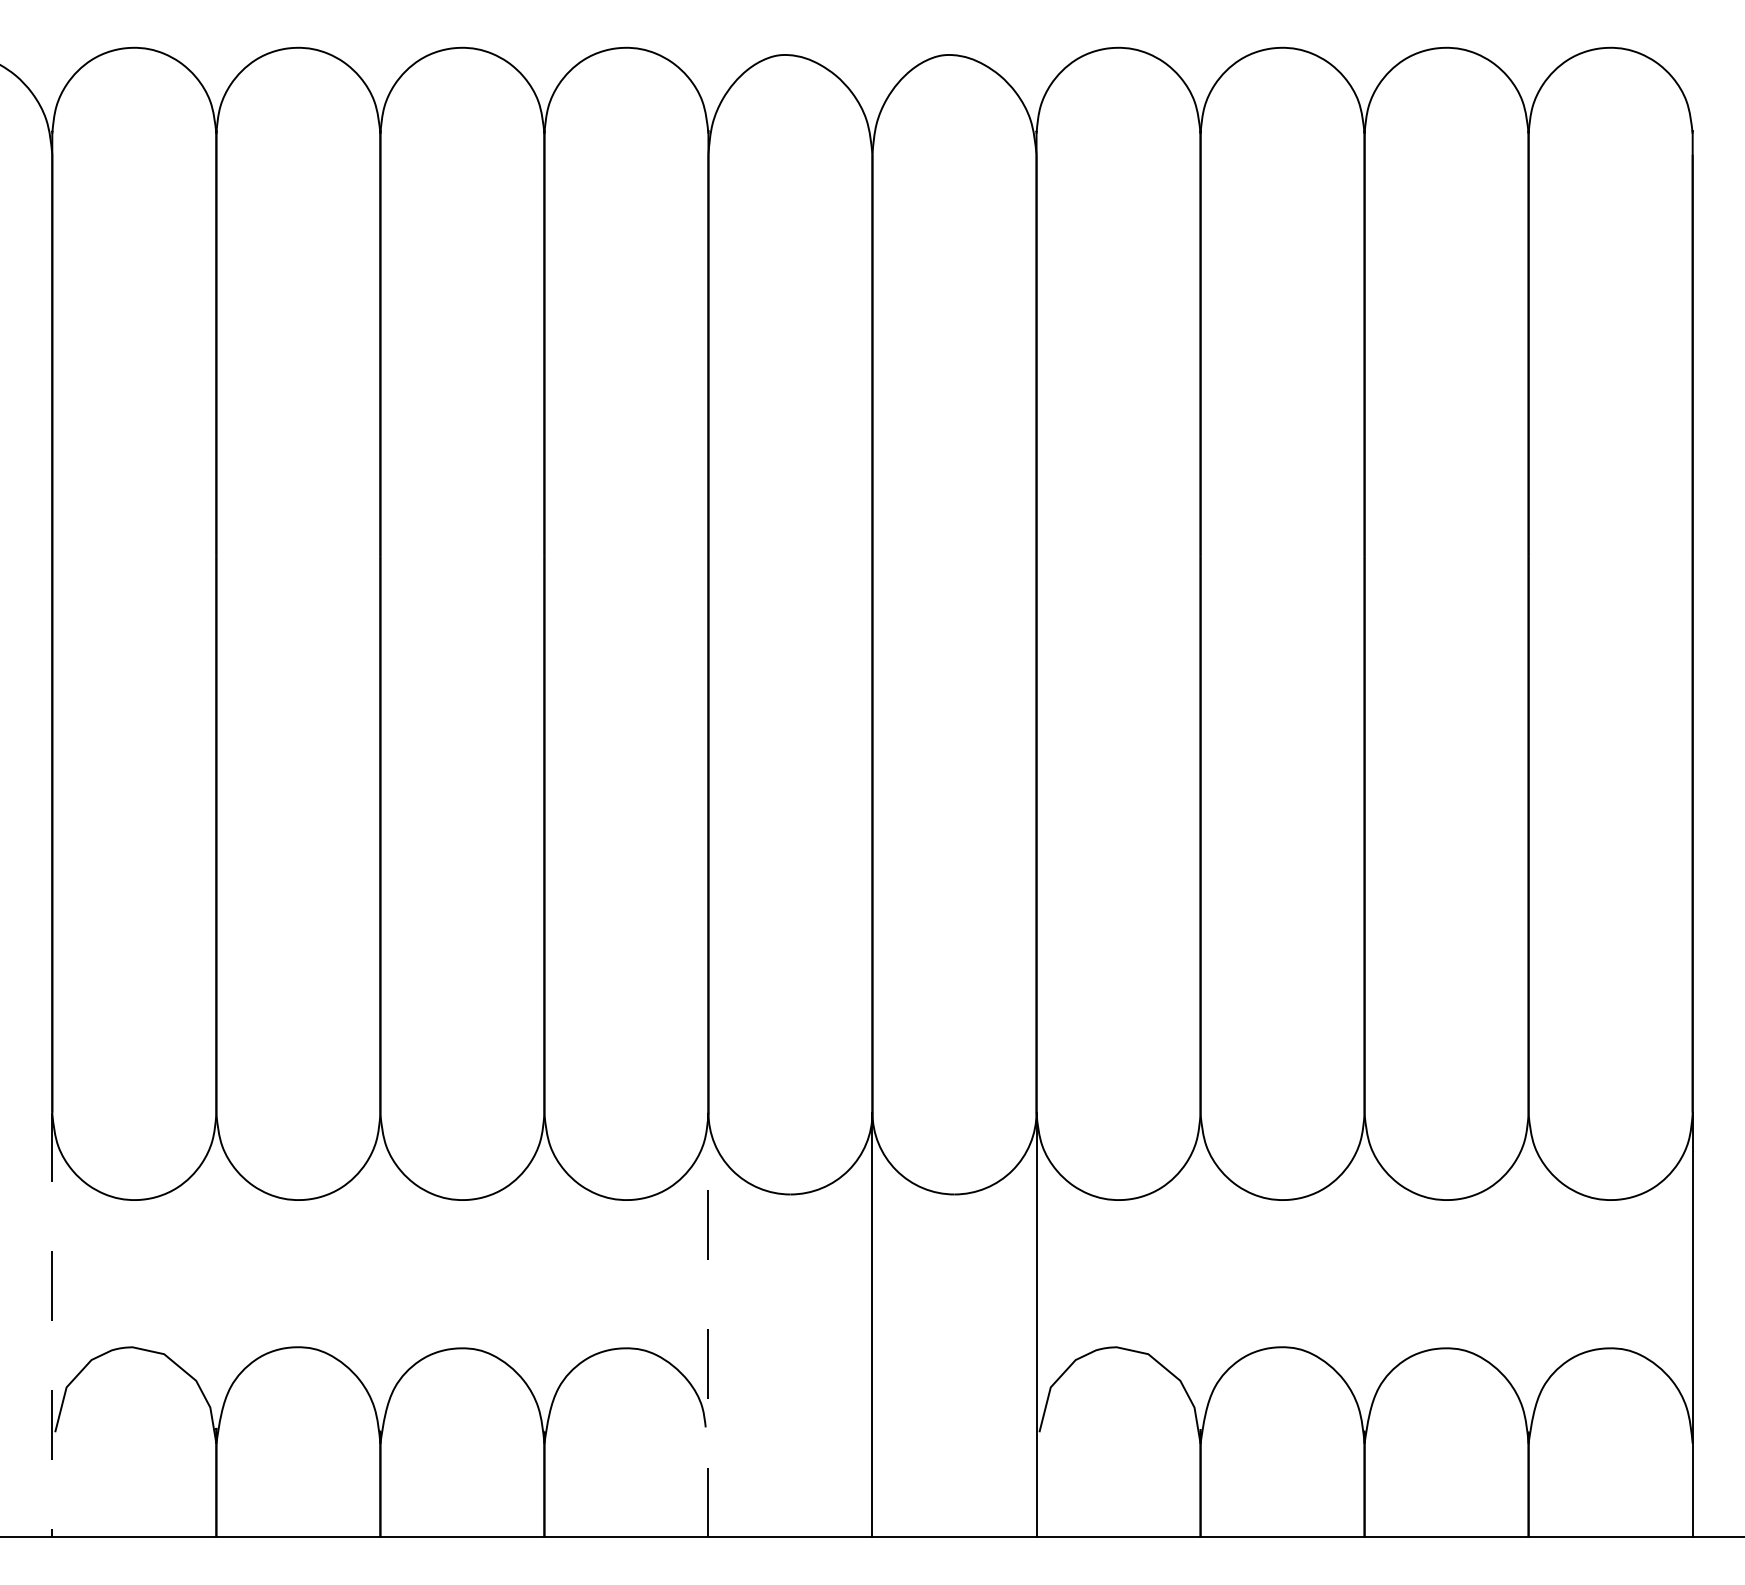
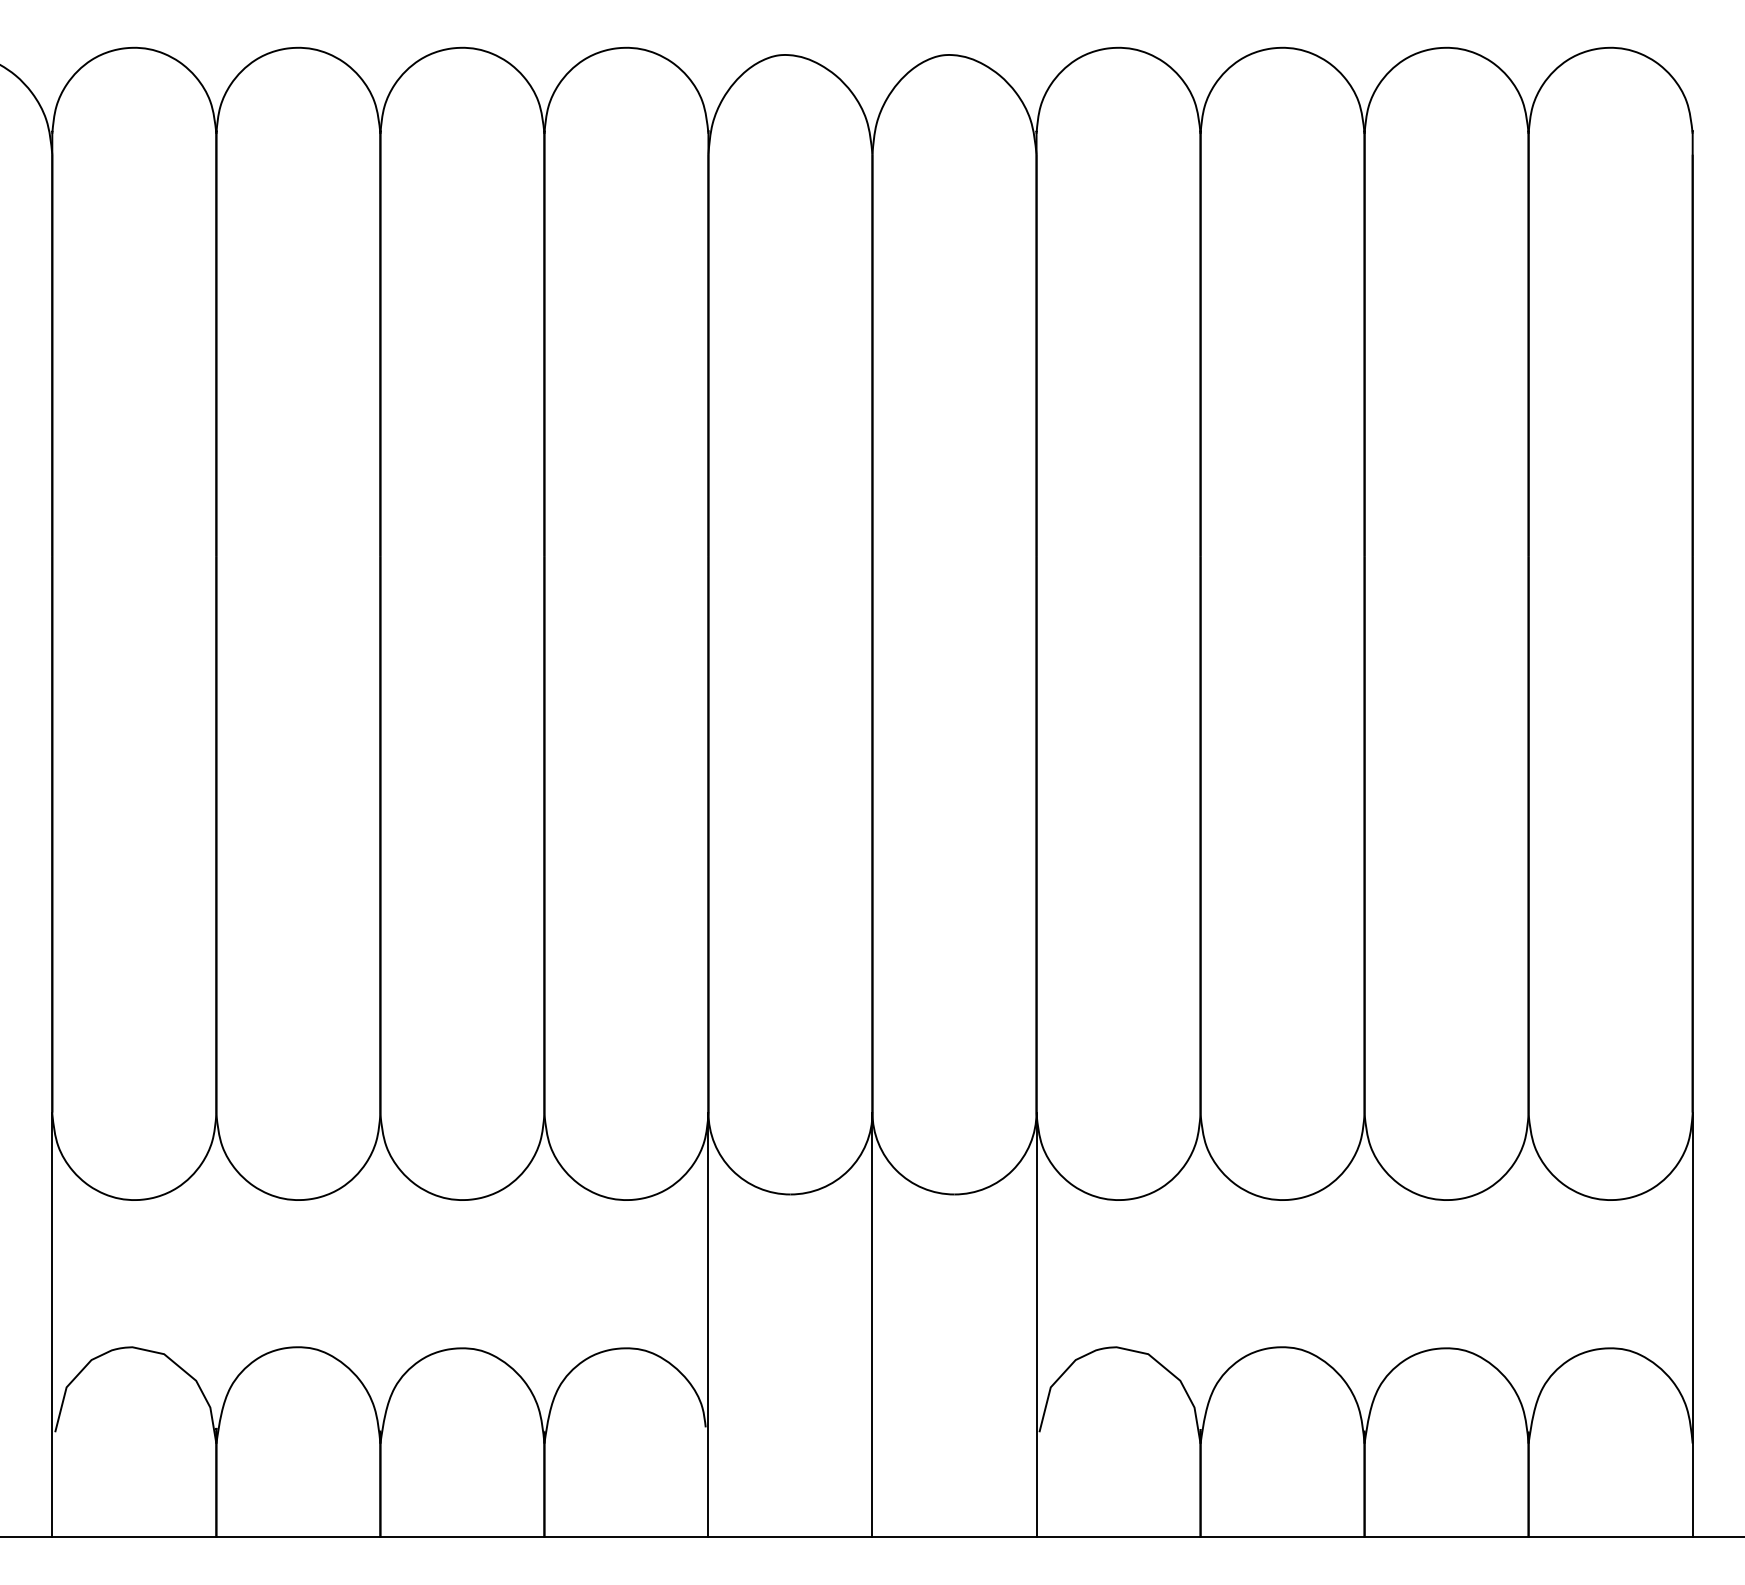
line at (708, 1324): dashed -> solid
line at (52, 1325): dashed -> solid
